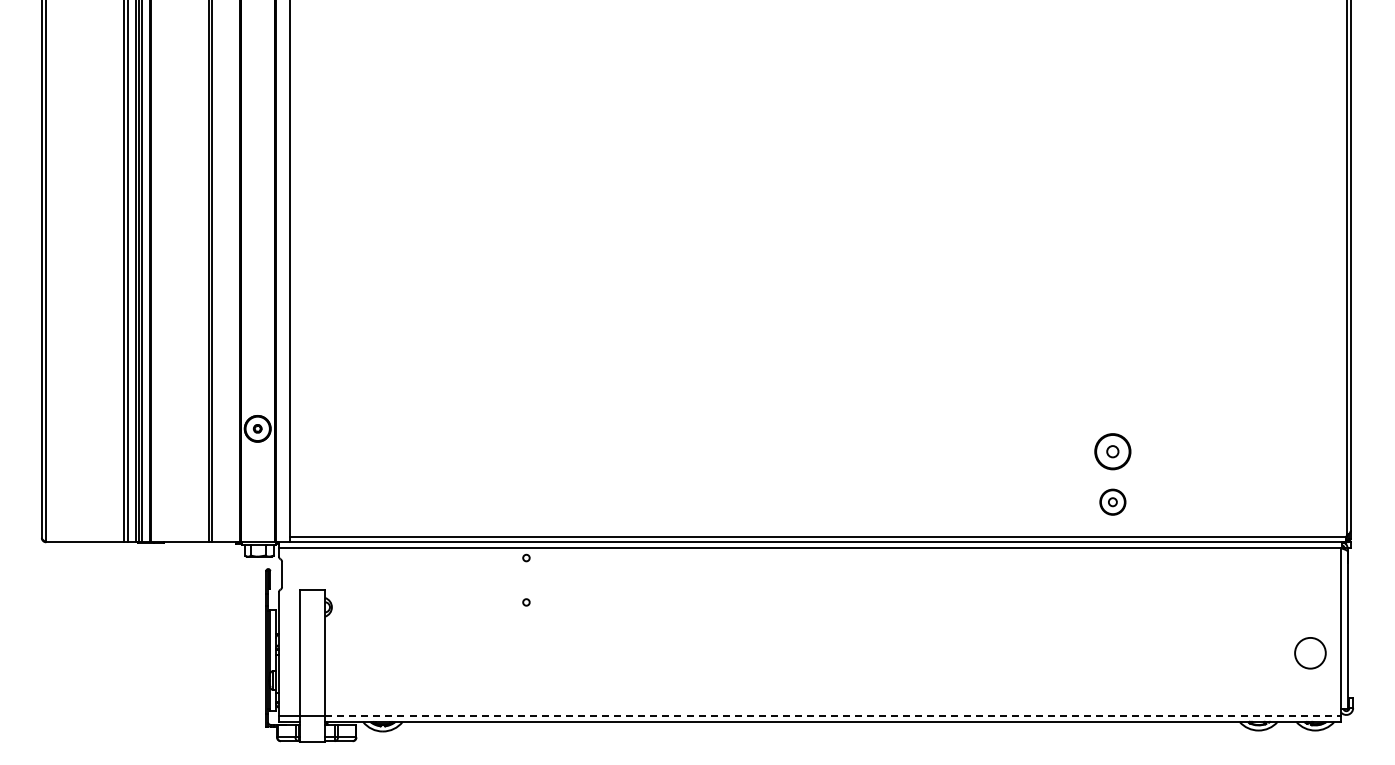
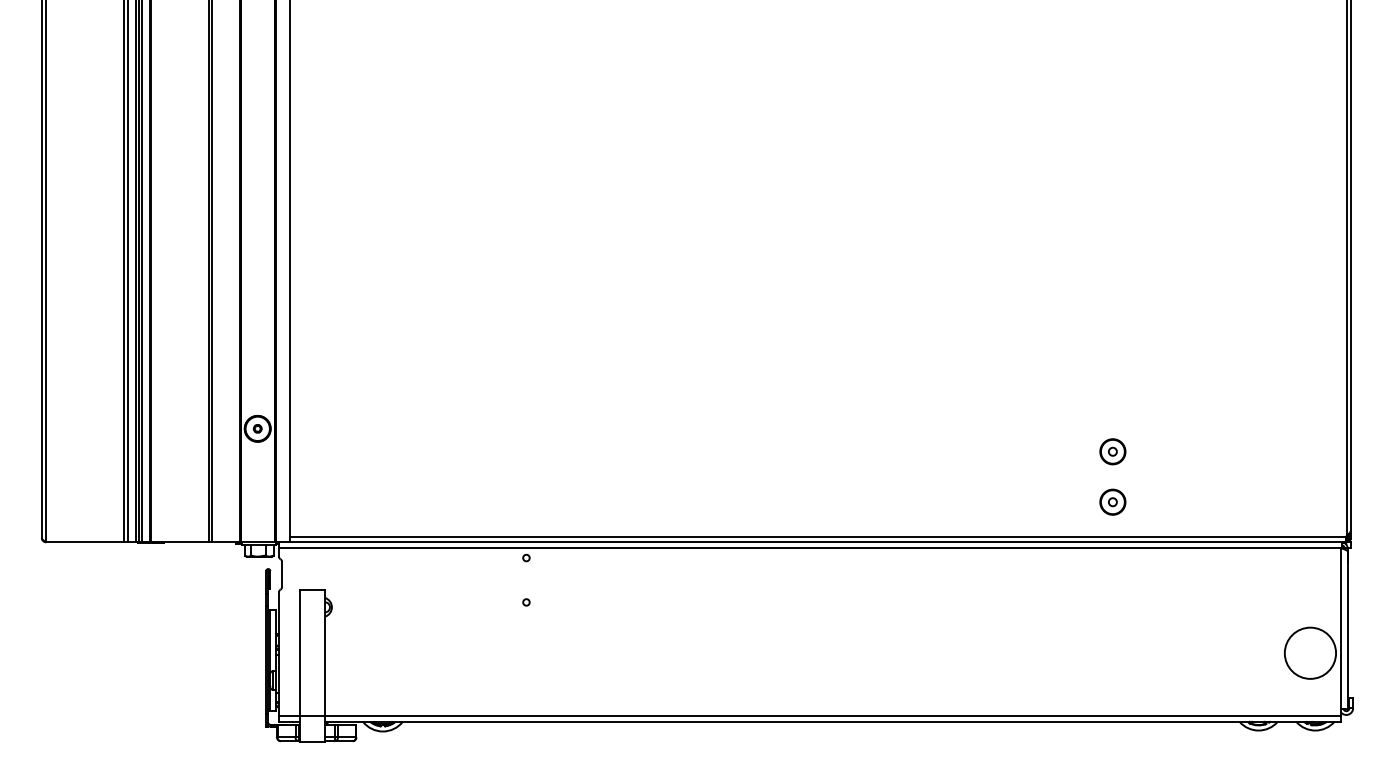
part at (1112, 451) size: 38x38 px -> 28x28 px
circle at (1310, 652) diameter: 31 px -> 51 px
line at (833, 715): dashed -> solid
